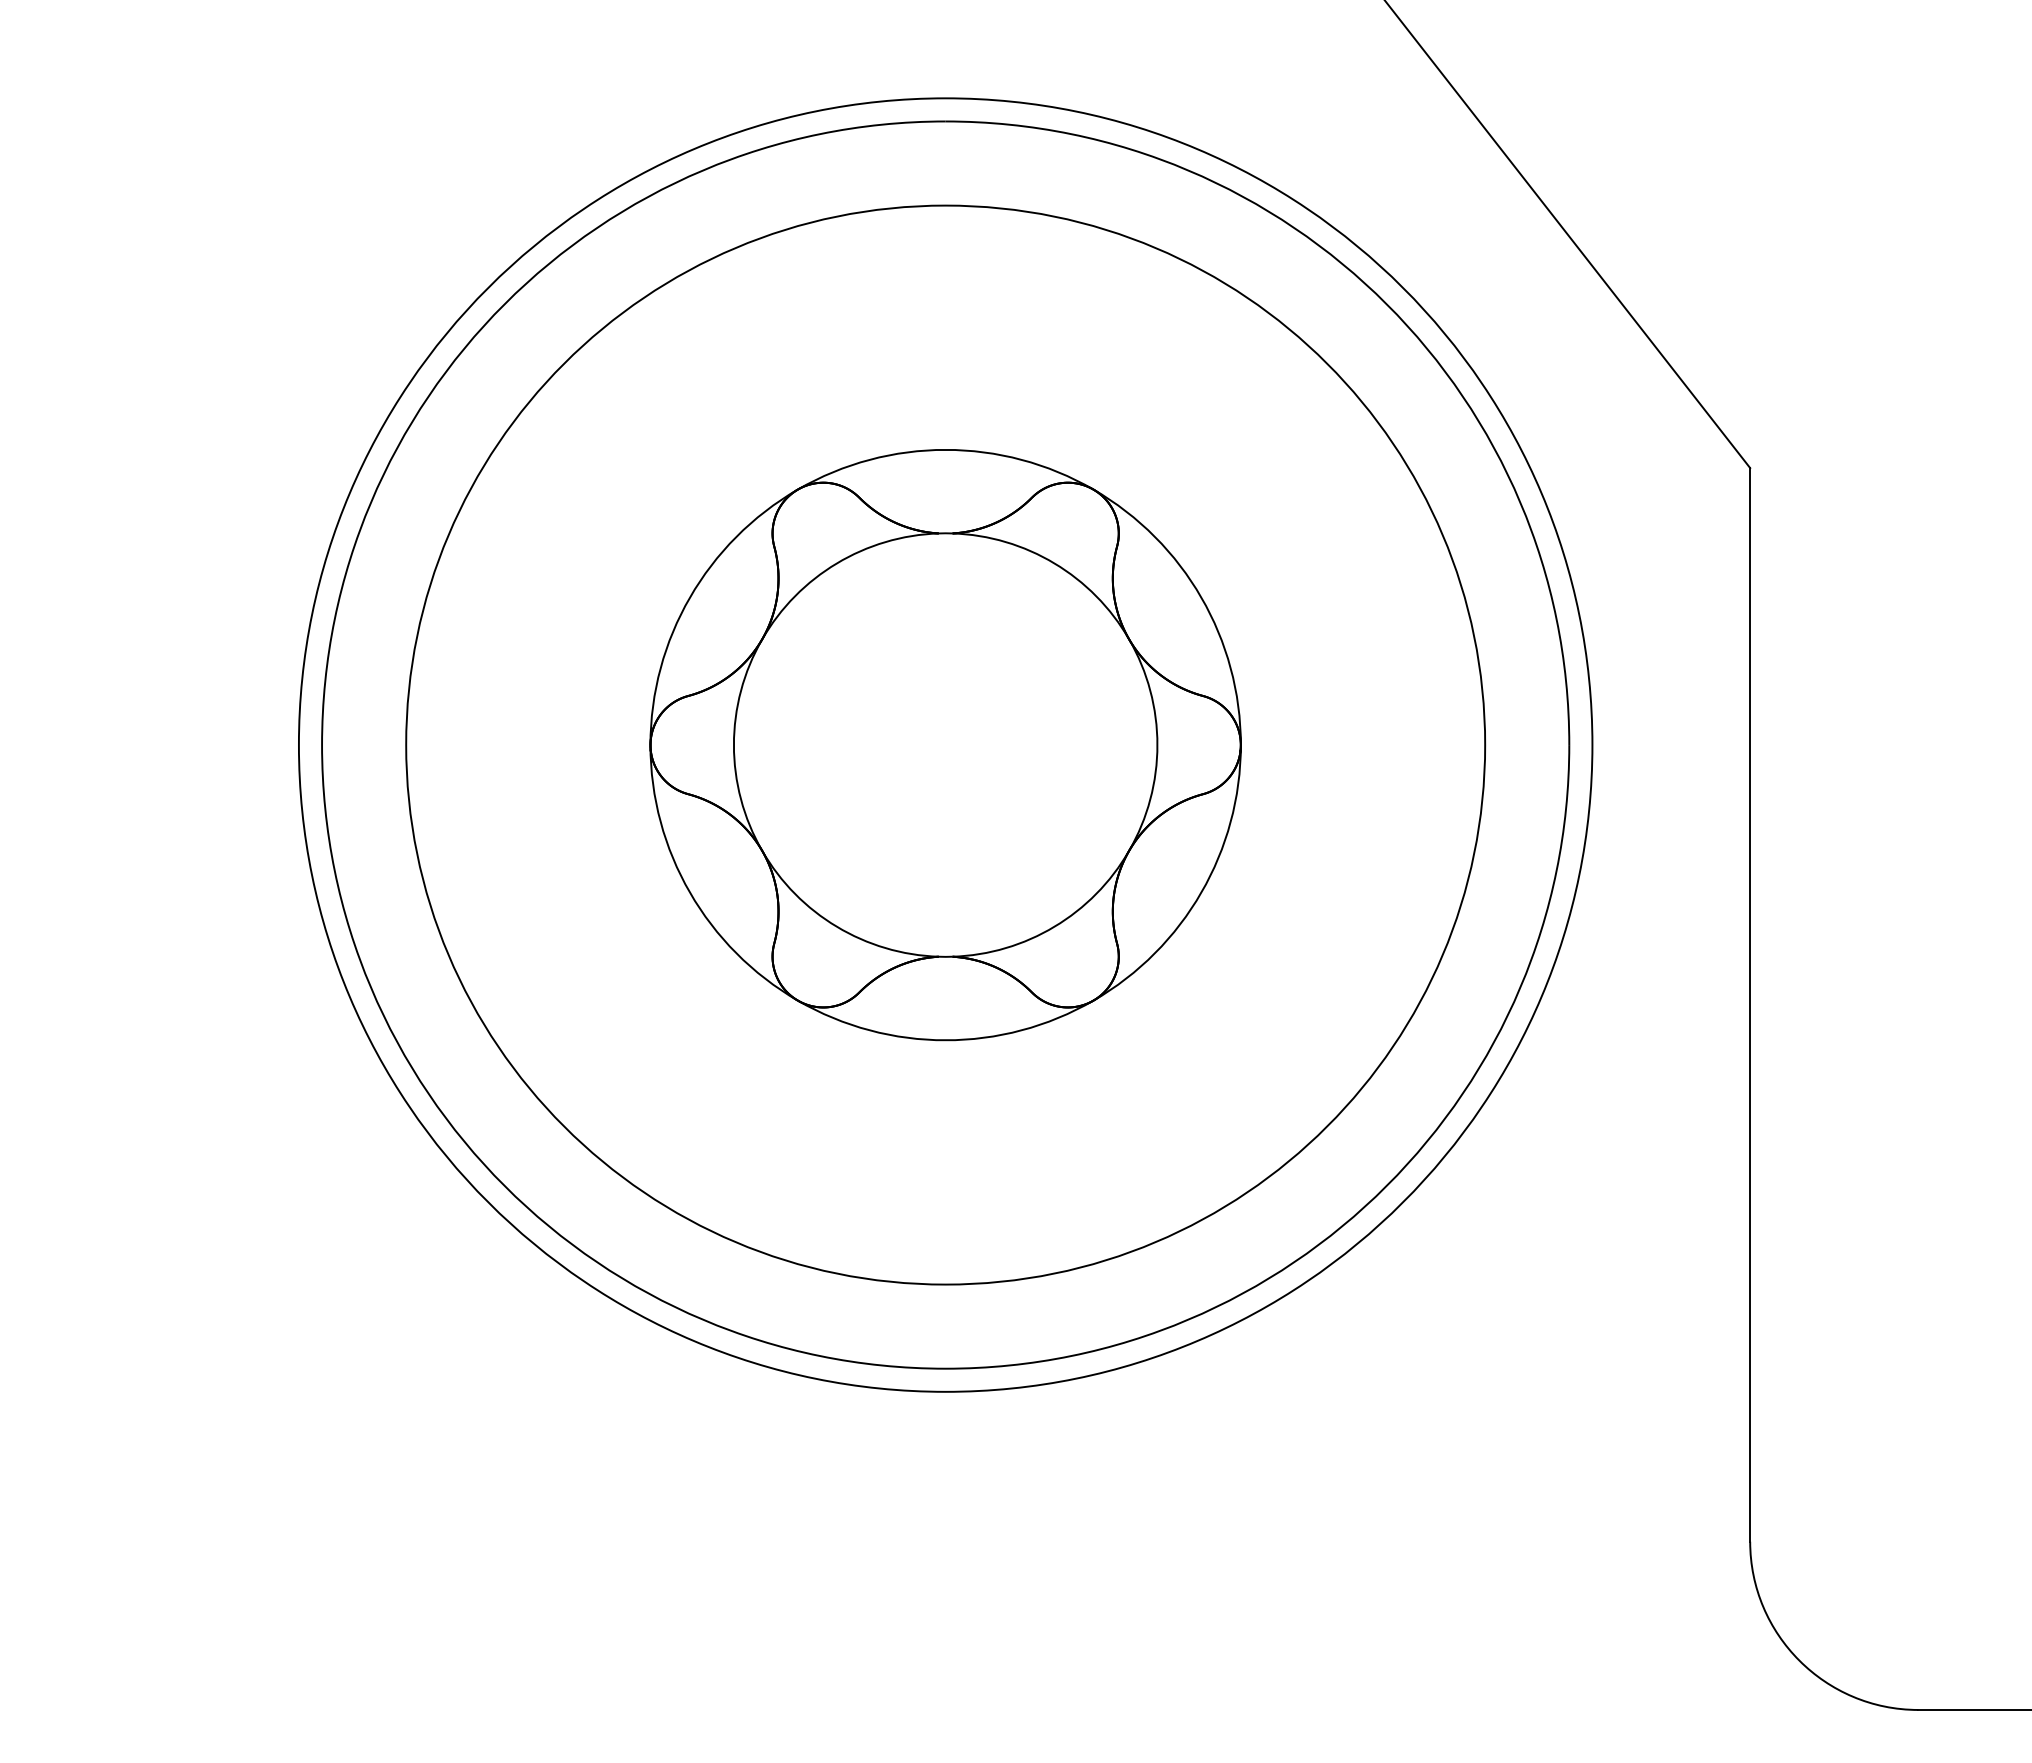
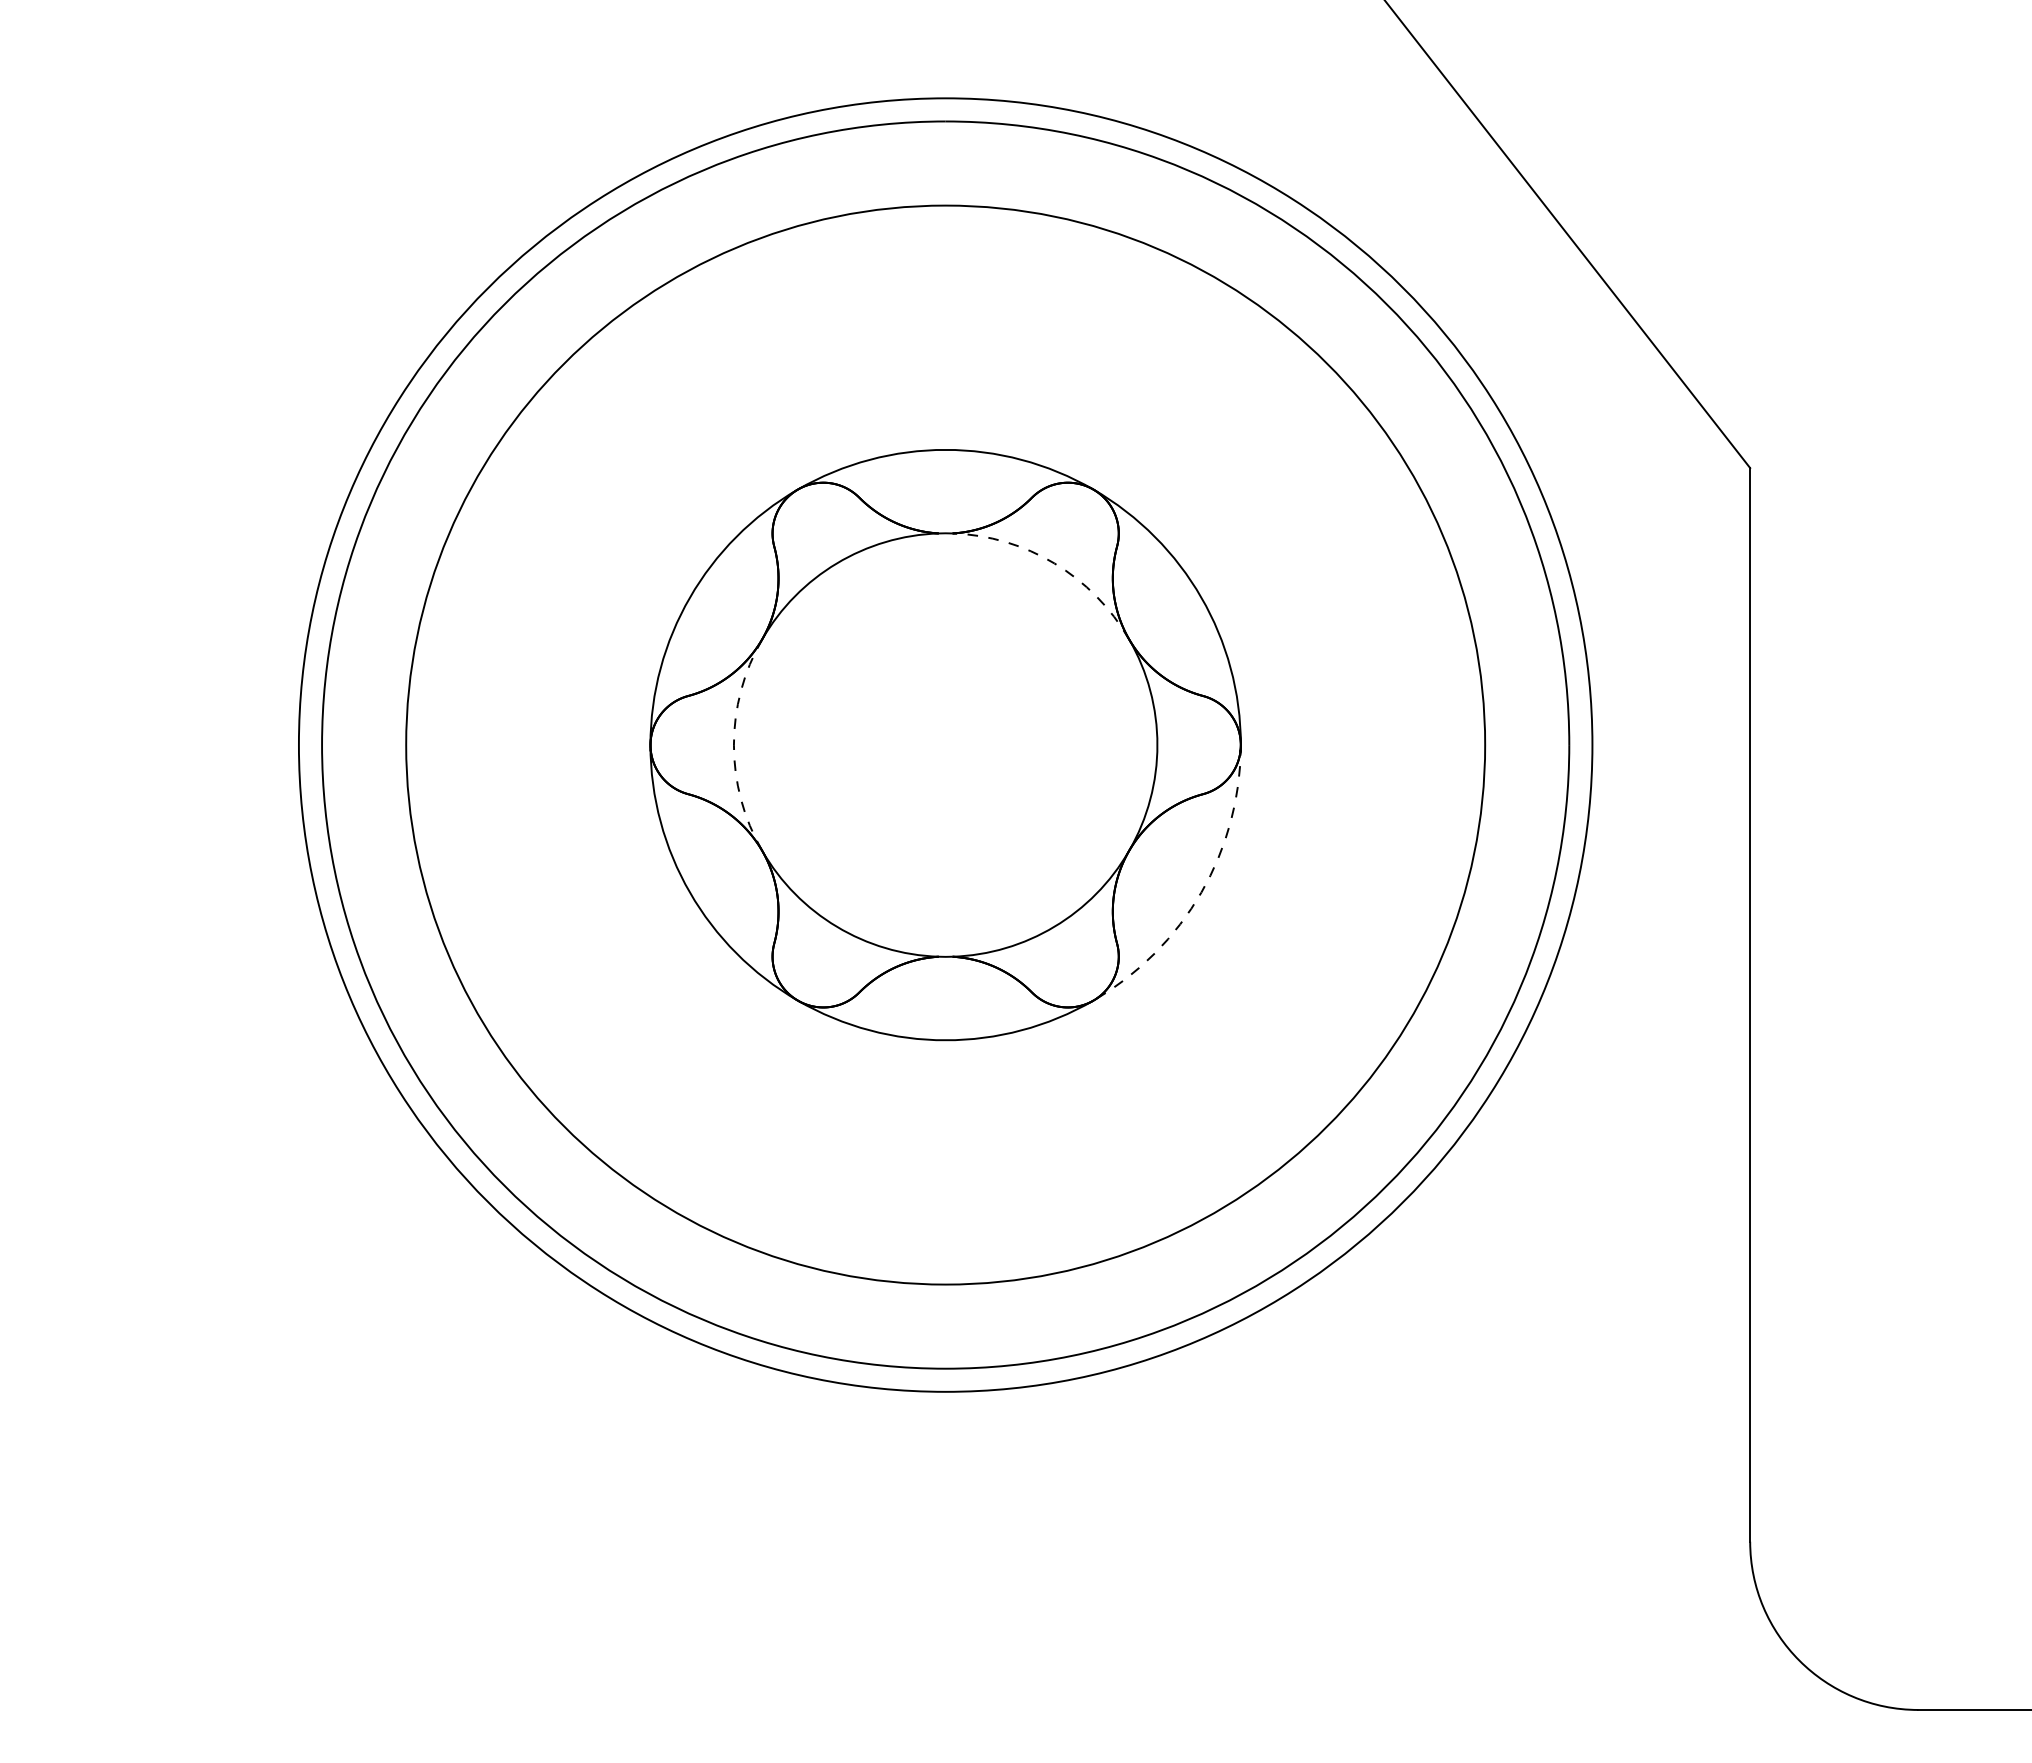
arc at (1054, 563): solid -> dashed
arc at (733, 745): solid -> dashed
arc at (1201, 892): solid -> dashed
